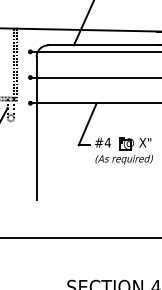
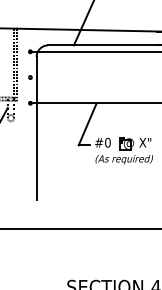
line at (94, 77): present -> none
text at (107, 142): #4 -> #0
line at (80, 238) position: (80, 238) -> (80, 229)
